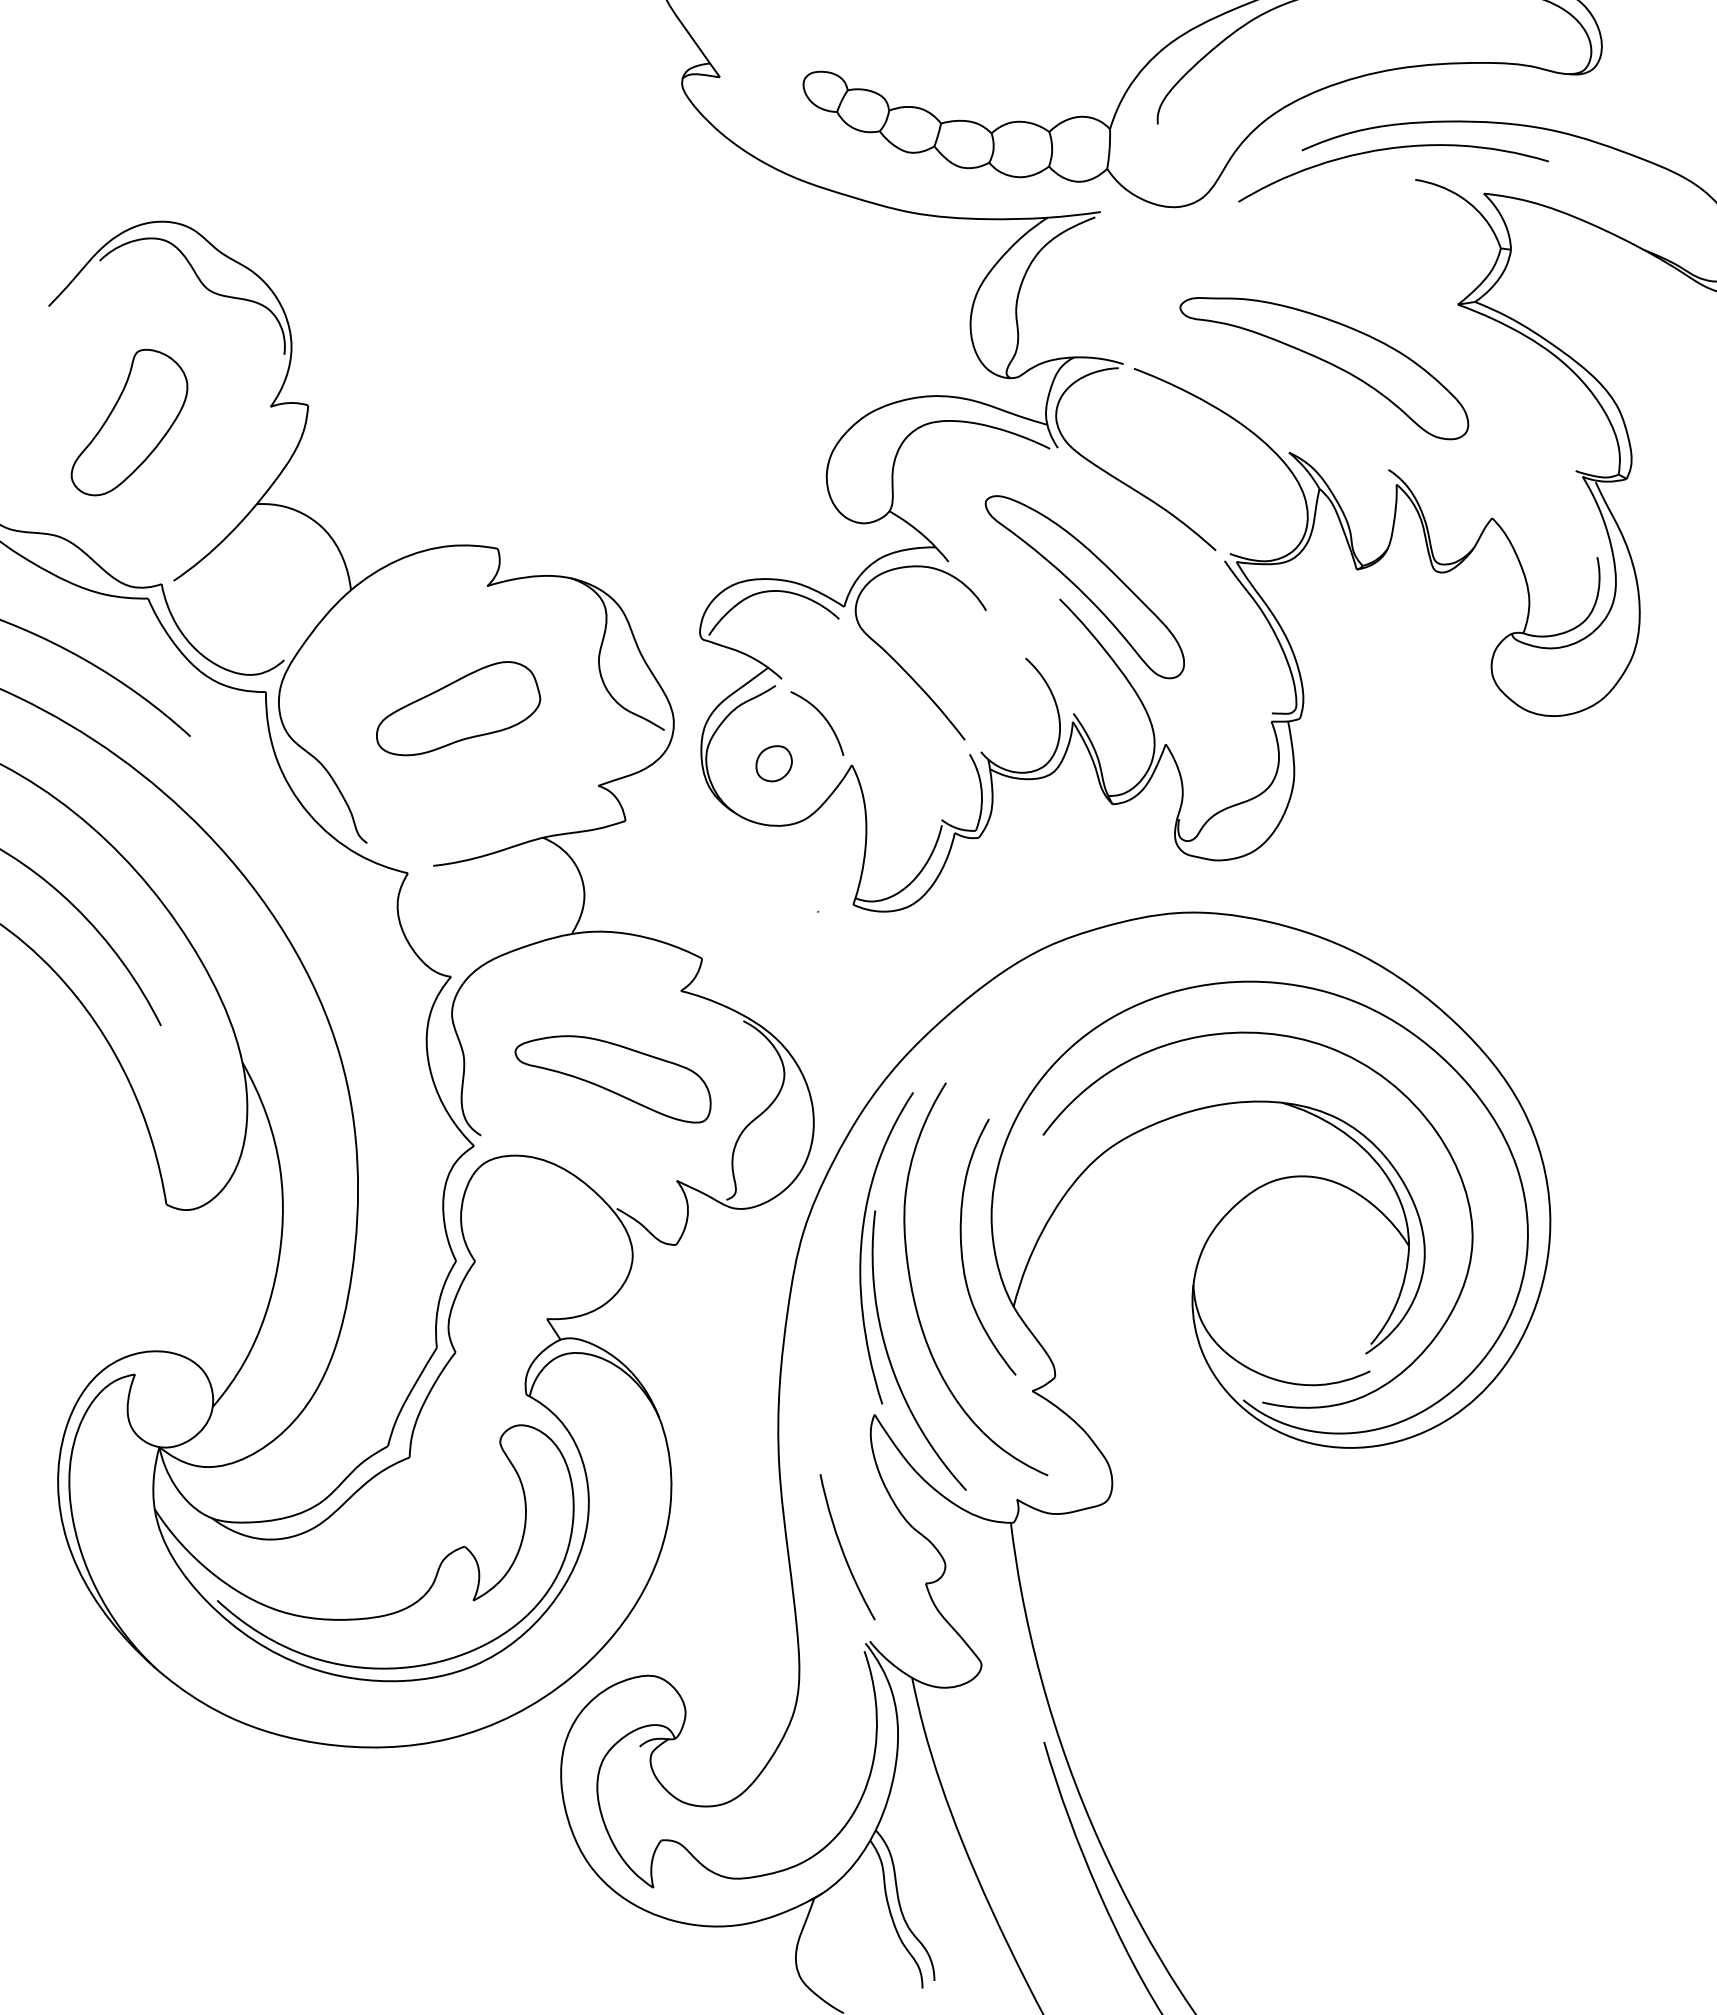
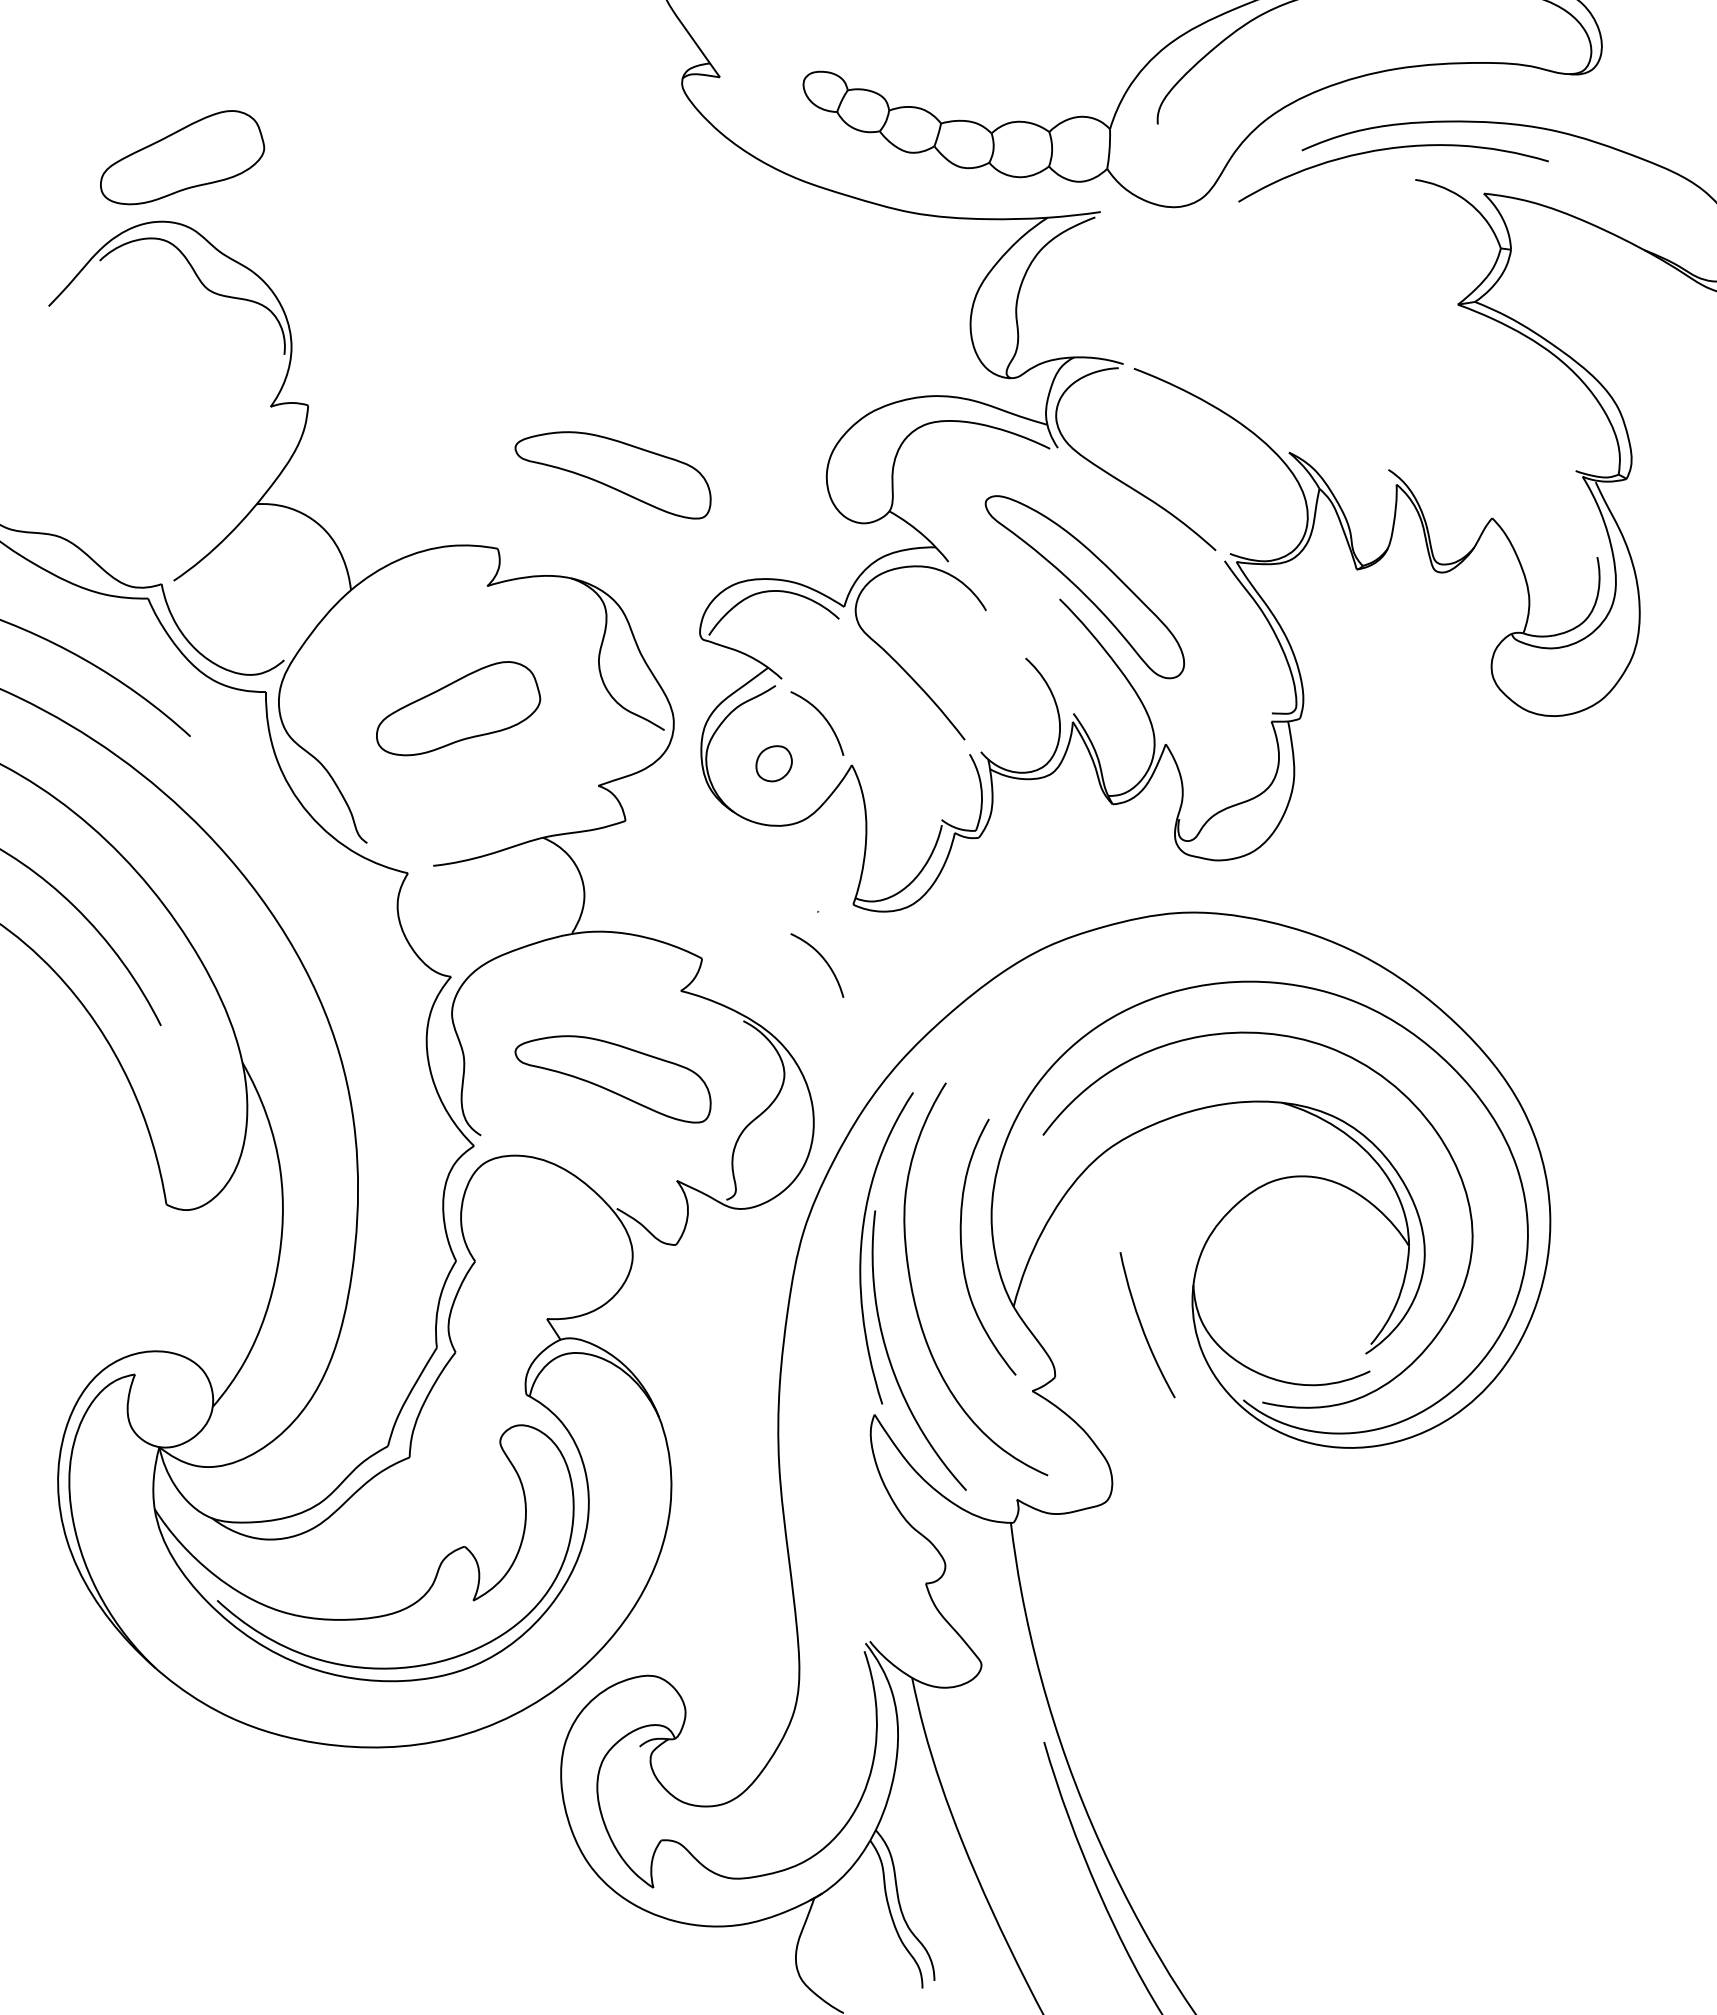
part at (182, 157): none -> present
part at (1324, 368): present -> none
part at (129, 422): present -> none
part at (612, 475): none -> present
curve at (824, 961): none -> present
curve at (842, 1547) position: (842, 1547) -> (1142, 1325)
